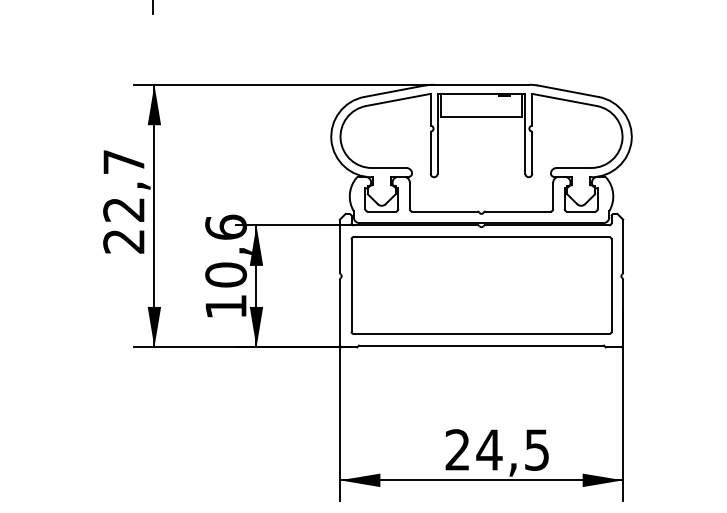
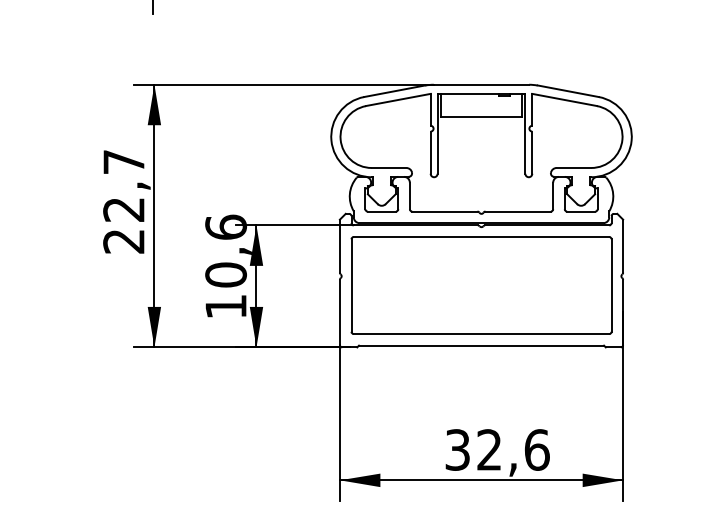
text at (497, 449): 24,5 -> 32,6
